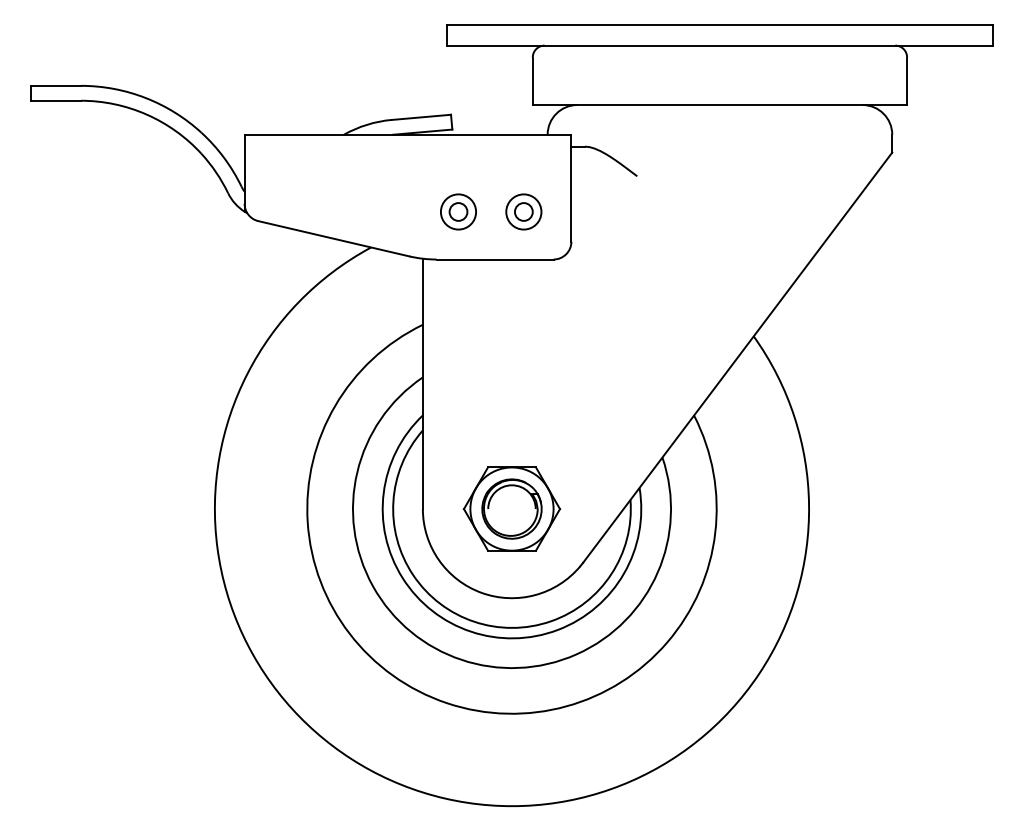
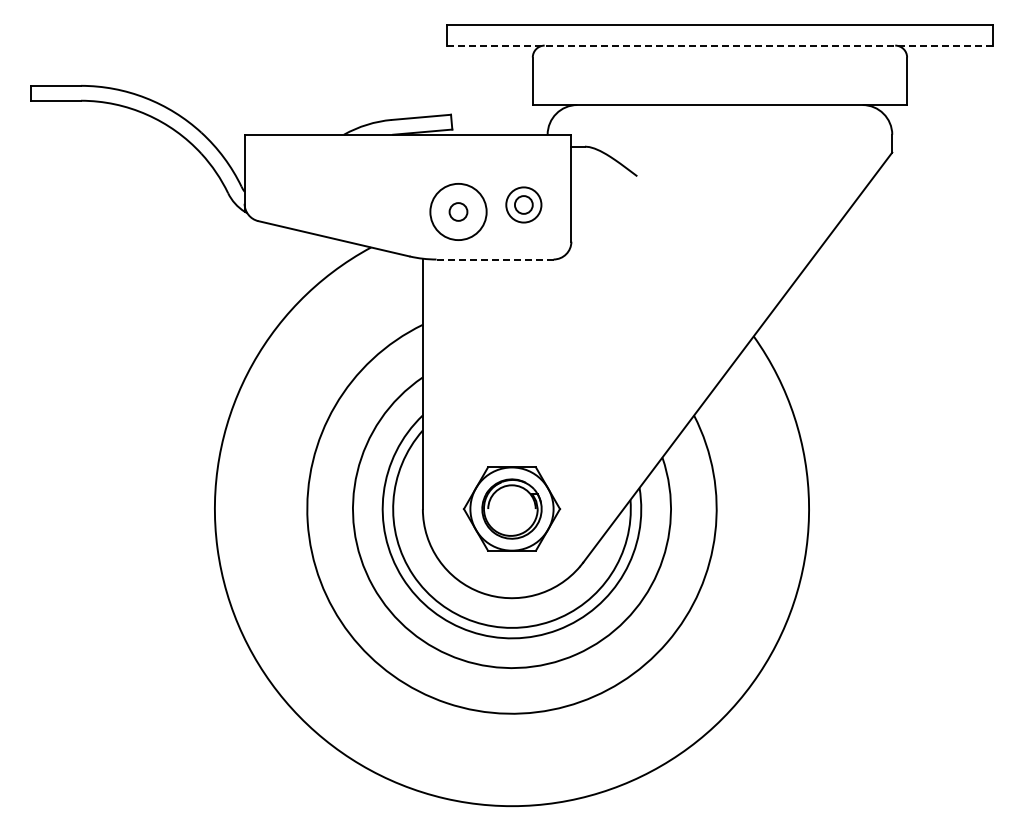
line at (720, 45): solid -> dashed
circle at (458, 211) diameter: 35 px -> 56 px
part at (523, 211) position: (523, 211) -> (523, 204)
line at (495, 259): solid -> dashed
